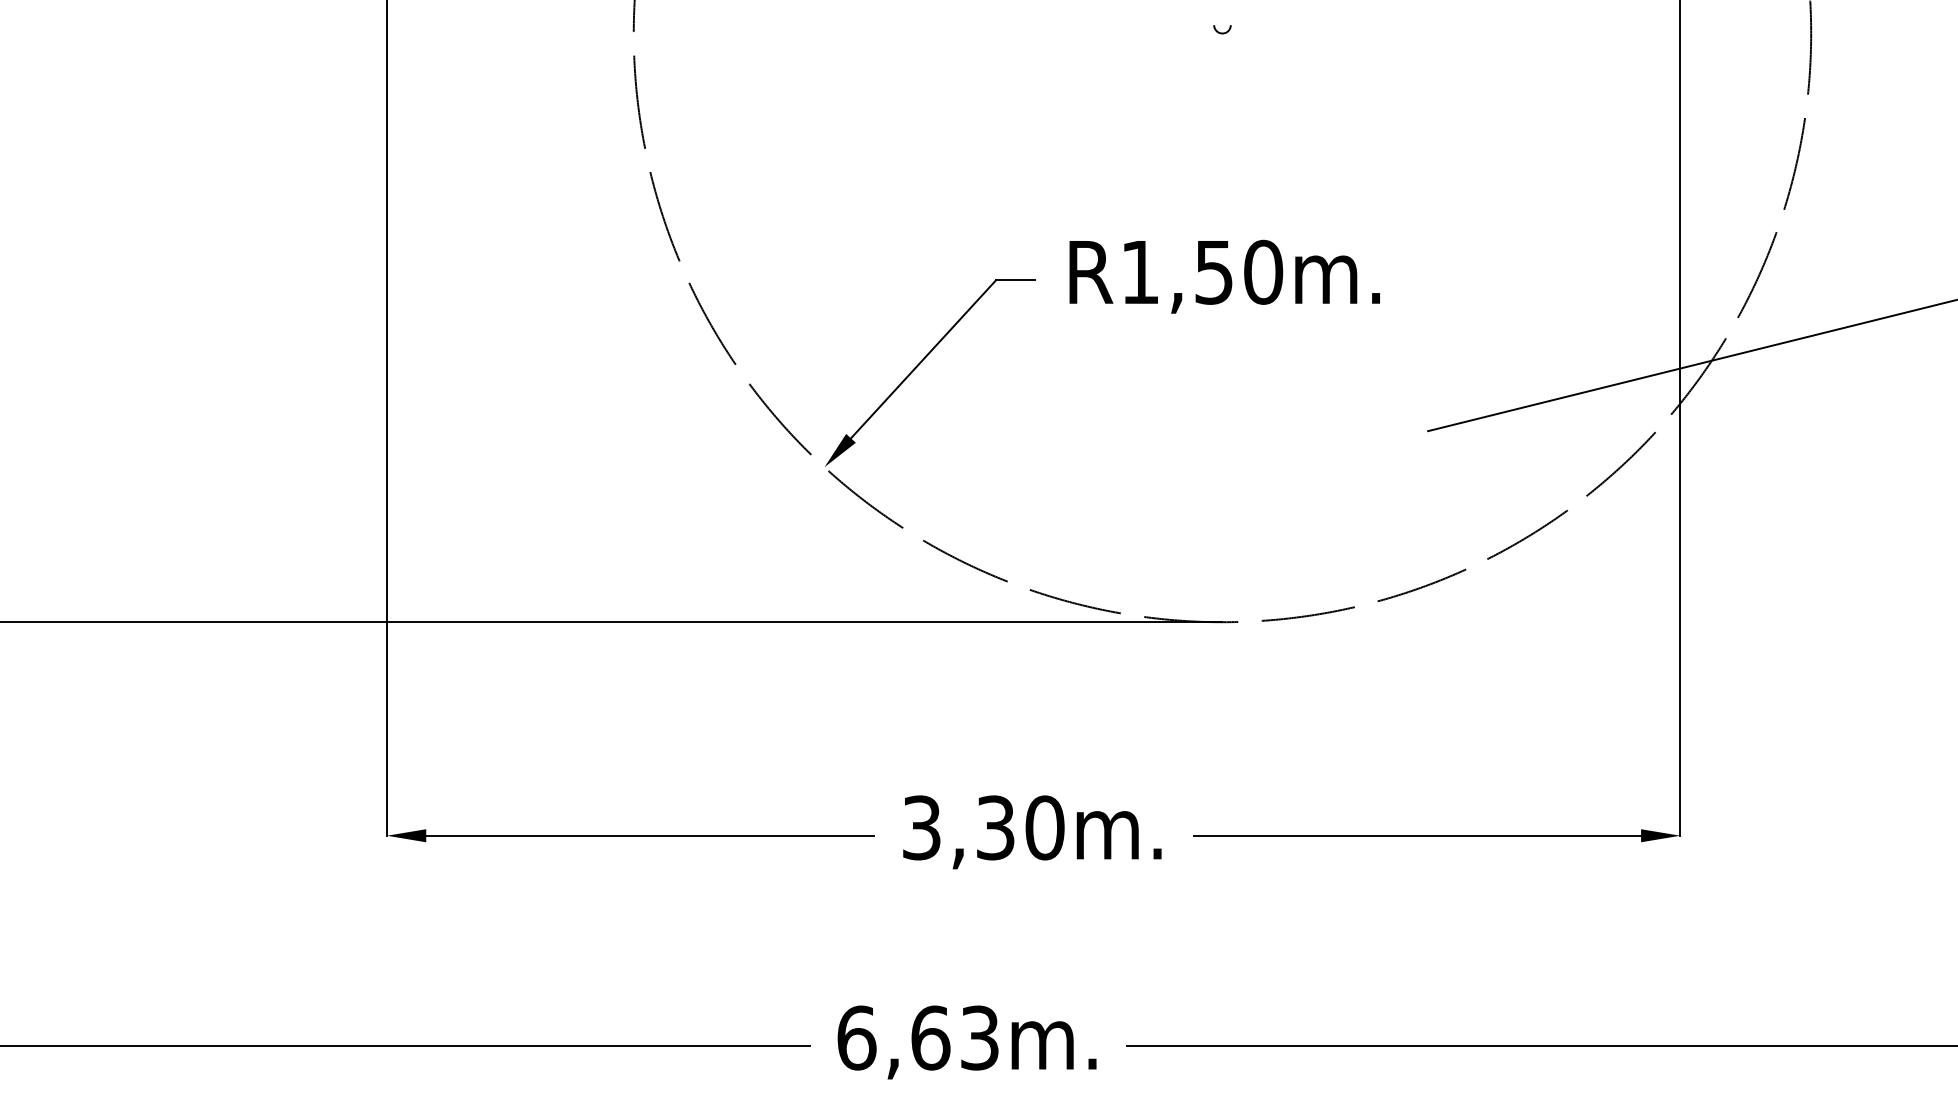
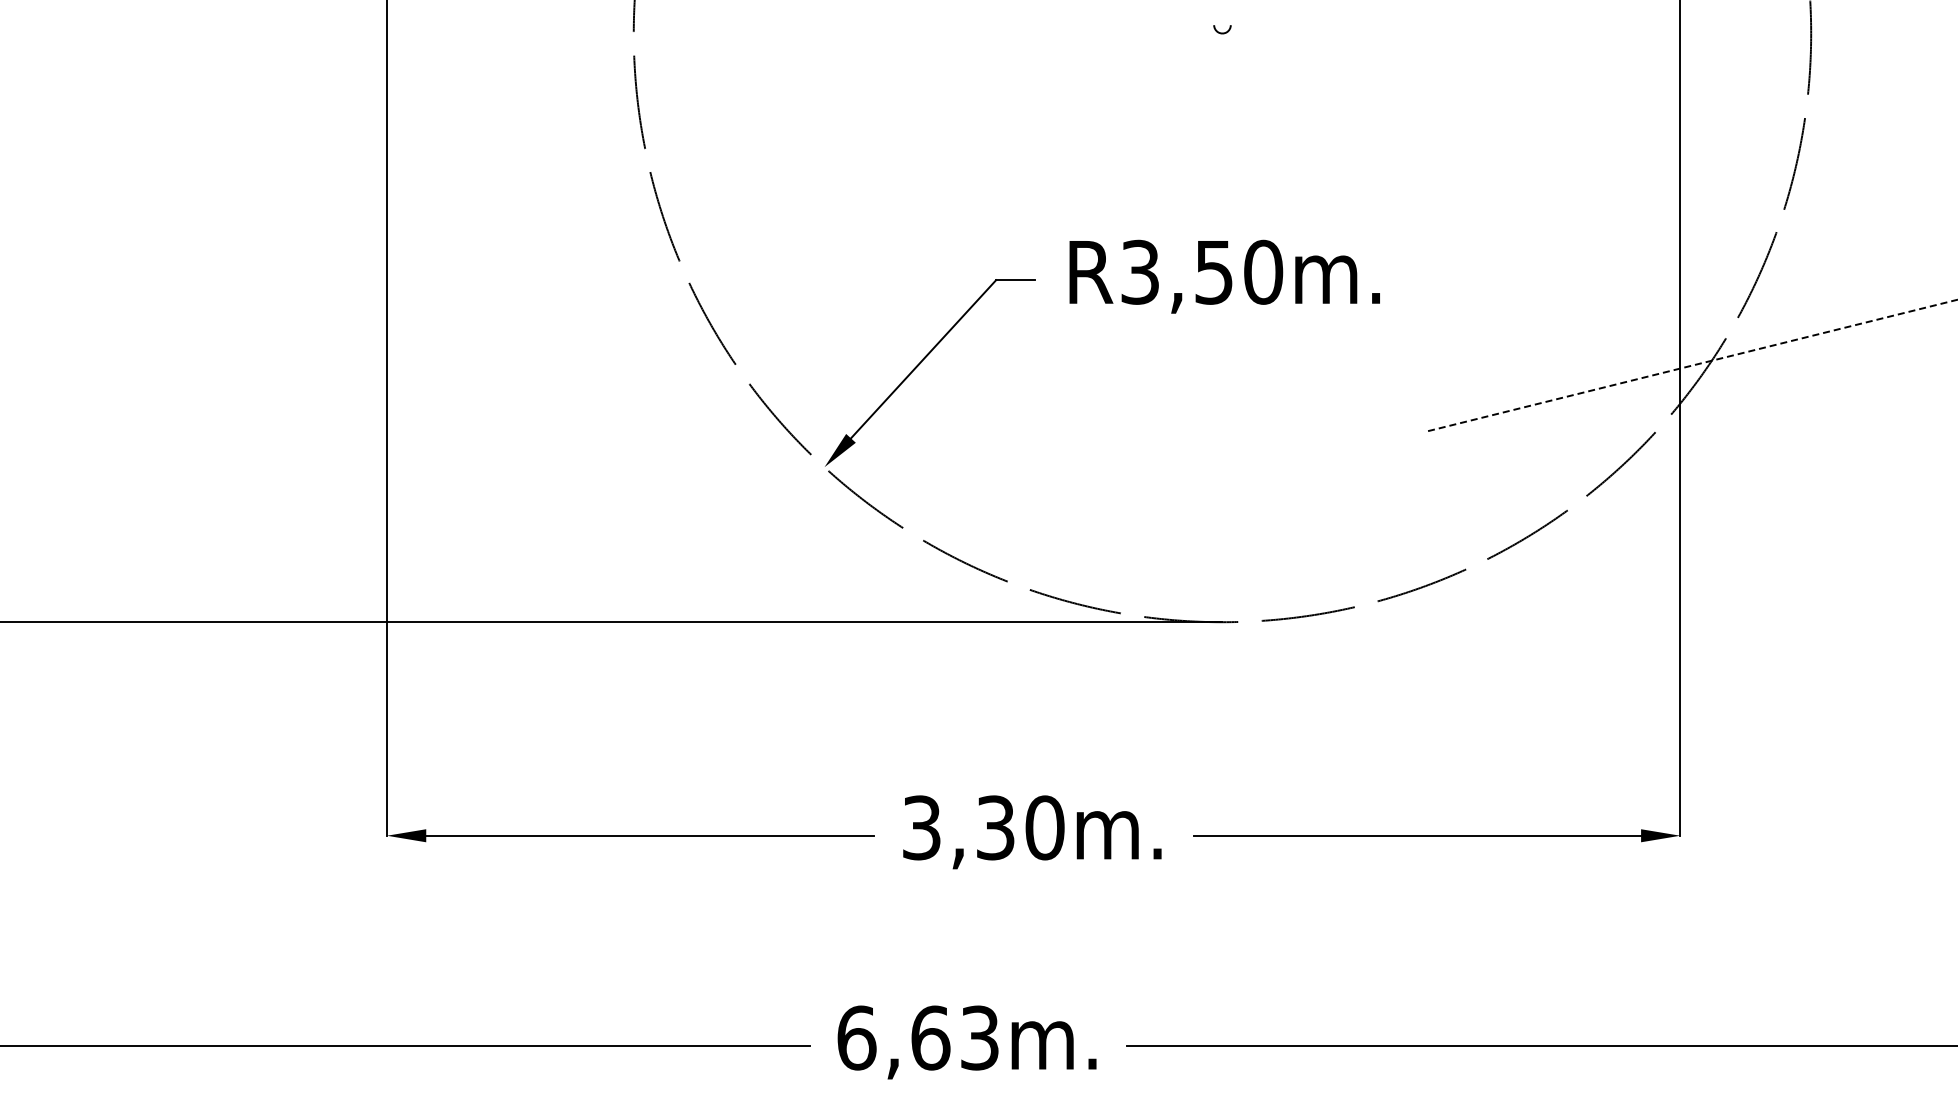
text at (1139, 271): R1,50m. -> R3,50m.
line at (1692, 365): solid -> dashed
